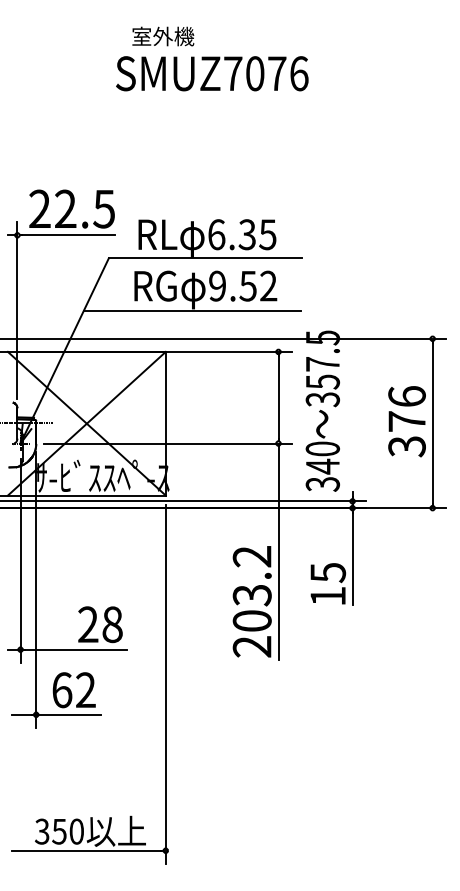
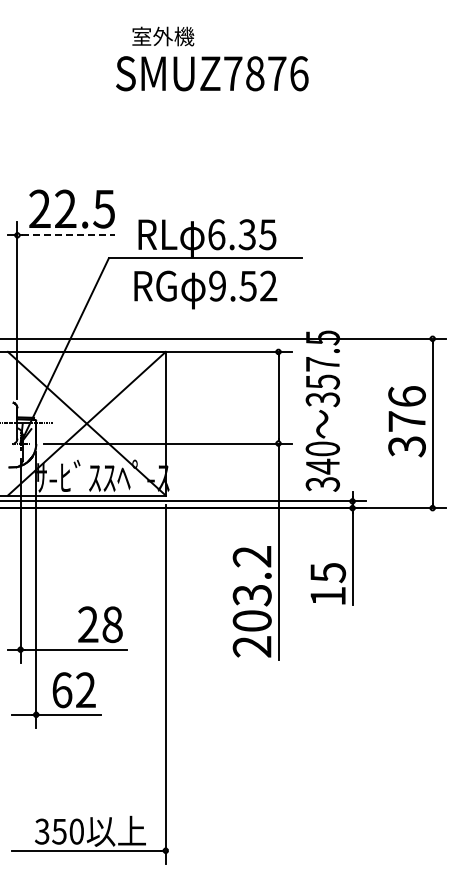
text at (255, 73): SMUZ7076 -> SMUZ7876
line at (68, 235): solid -> dashed
line at (191, 311): present -> none
